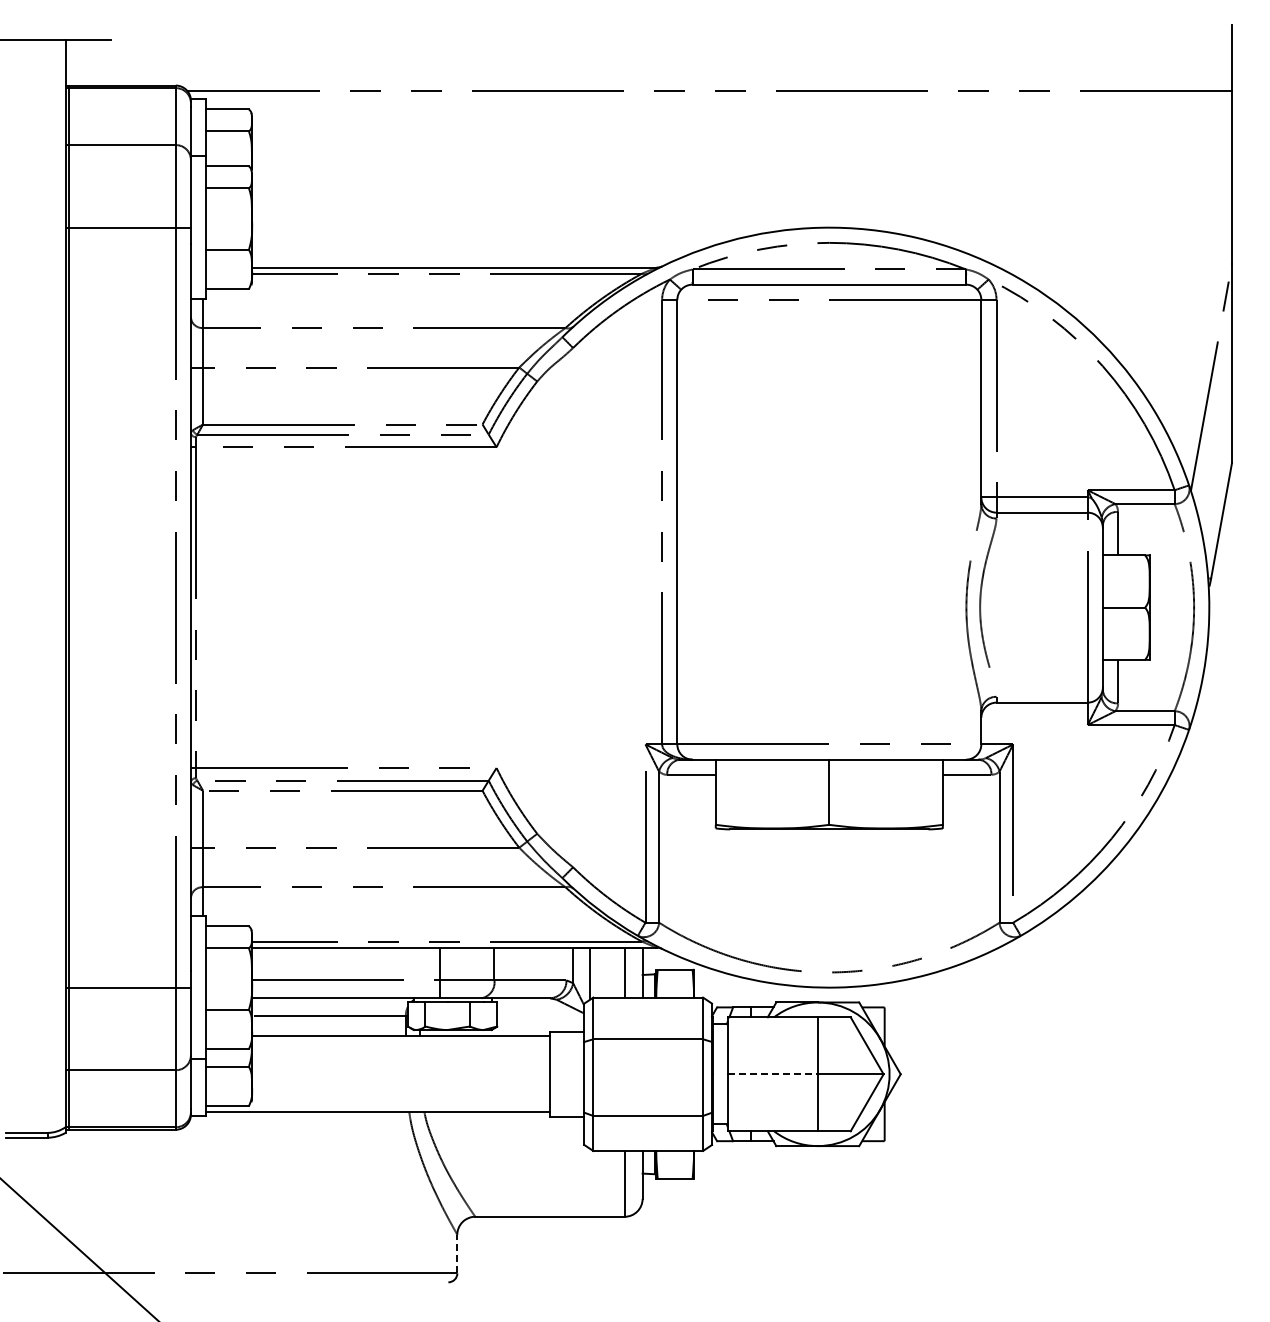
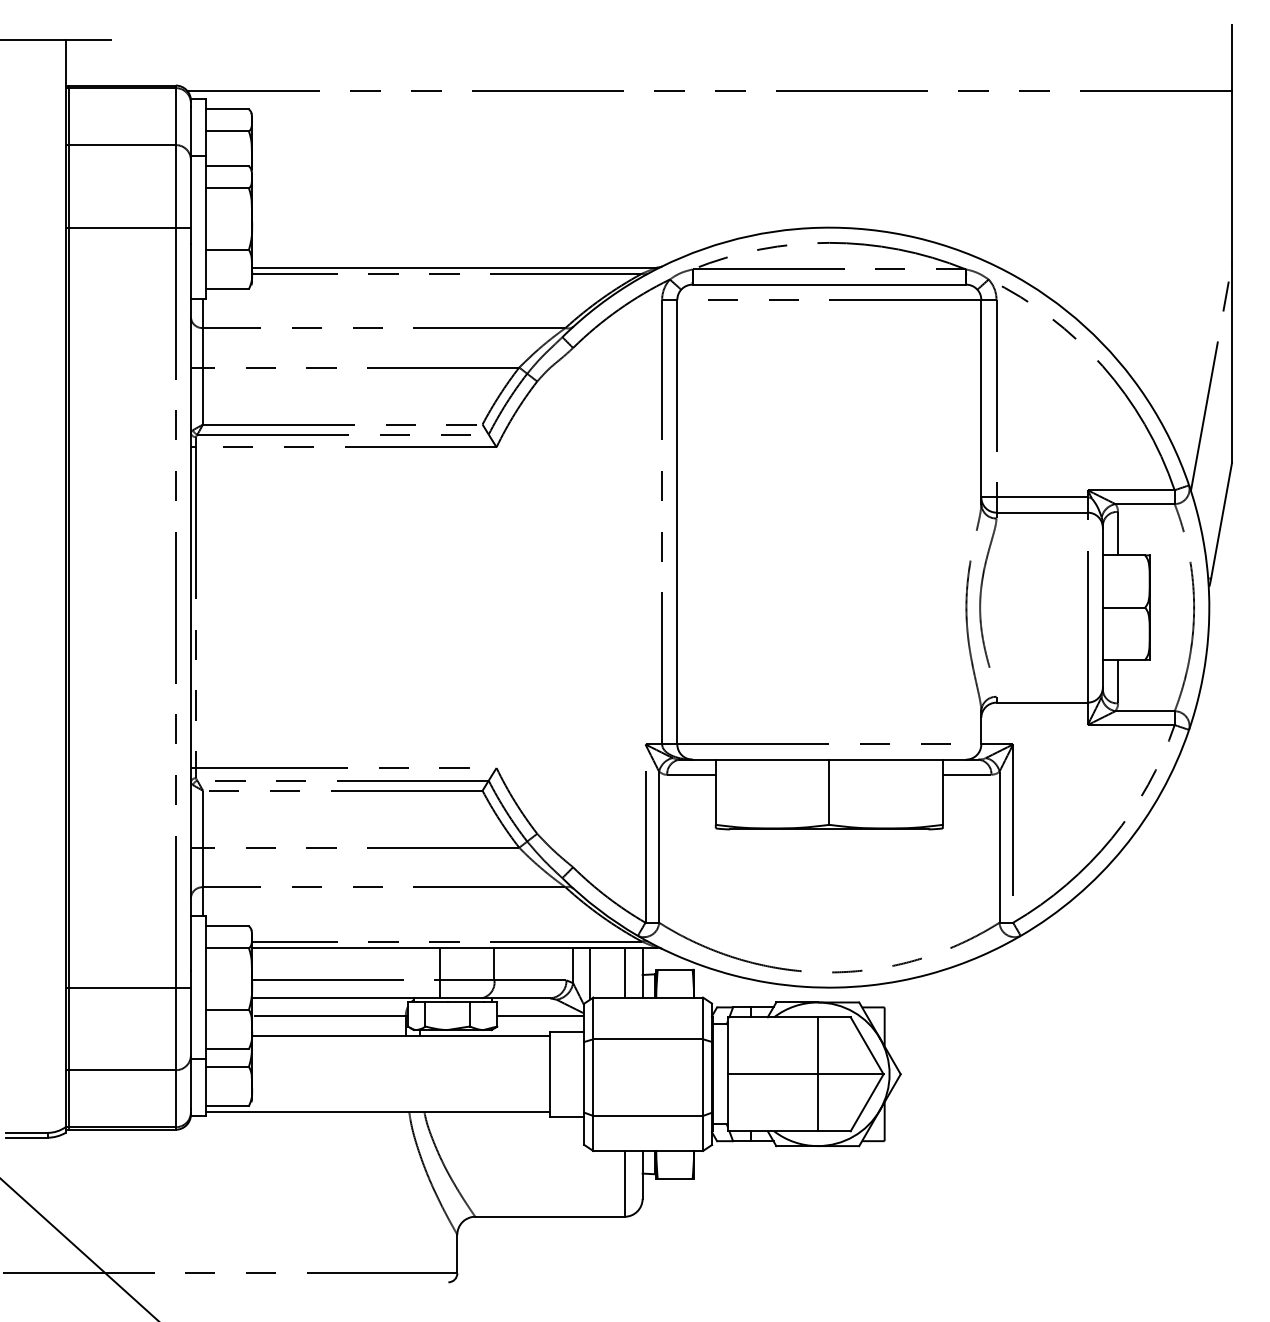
line at (540, 1016): none -> present
line at (773, 1074): dashed -> solid
line at (457, 1253): dashed -> solid
